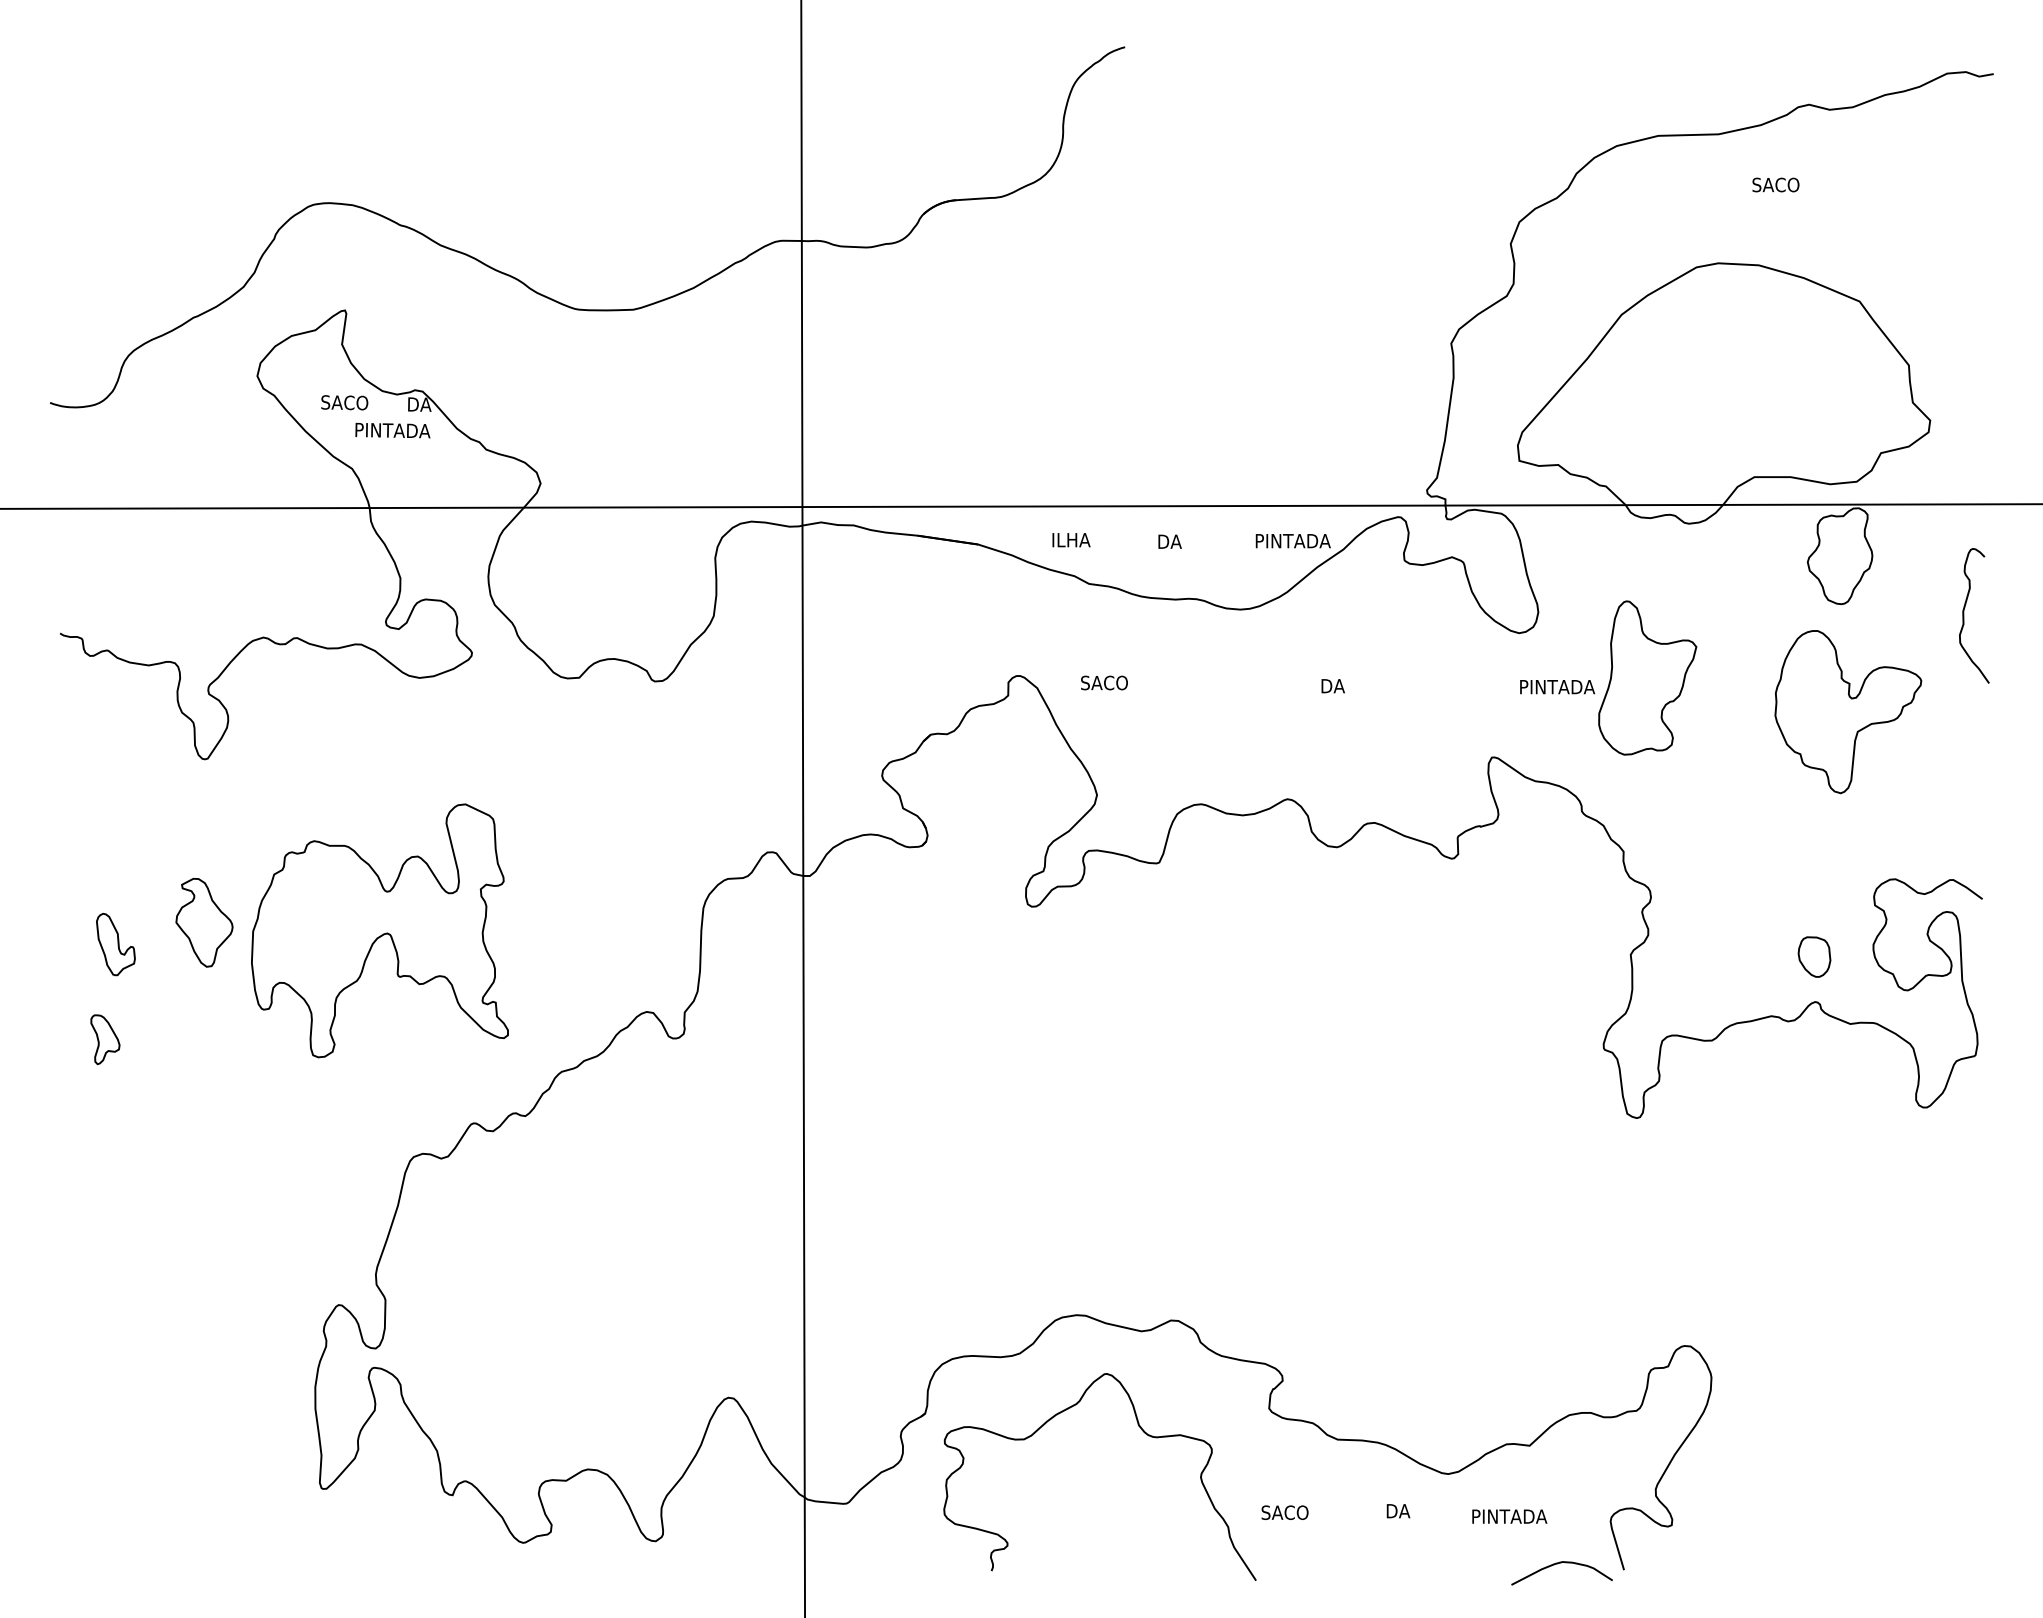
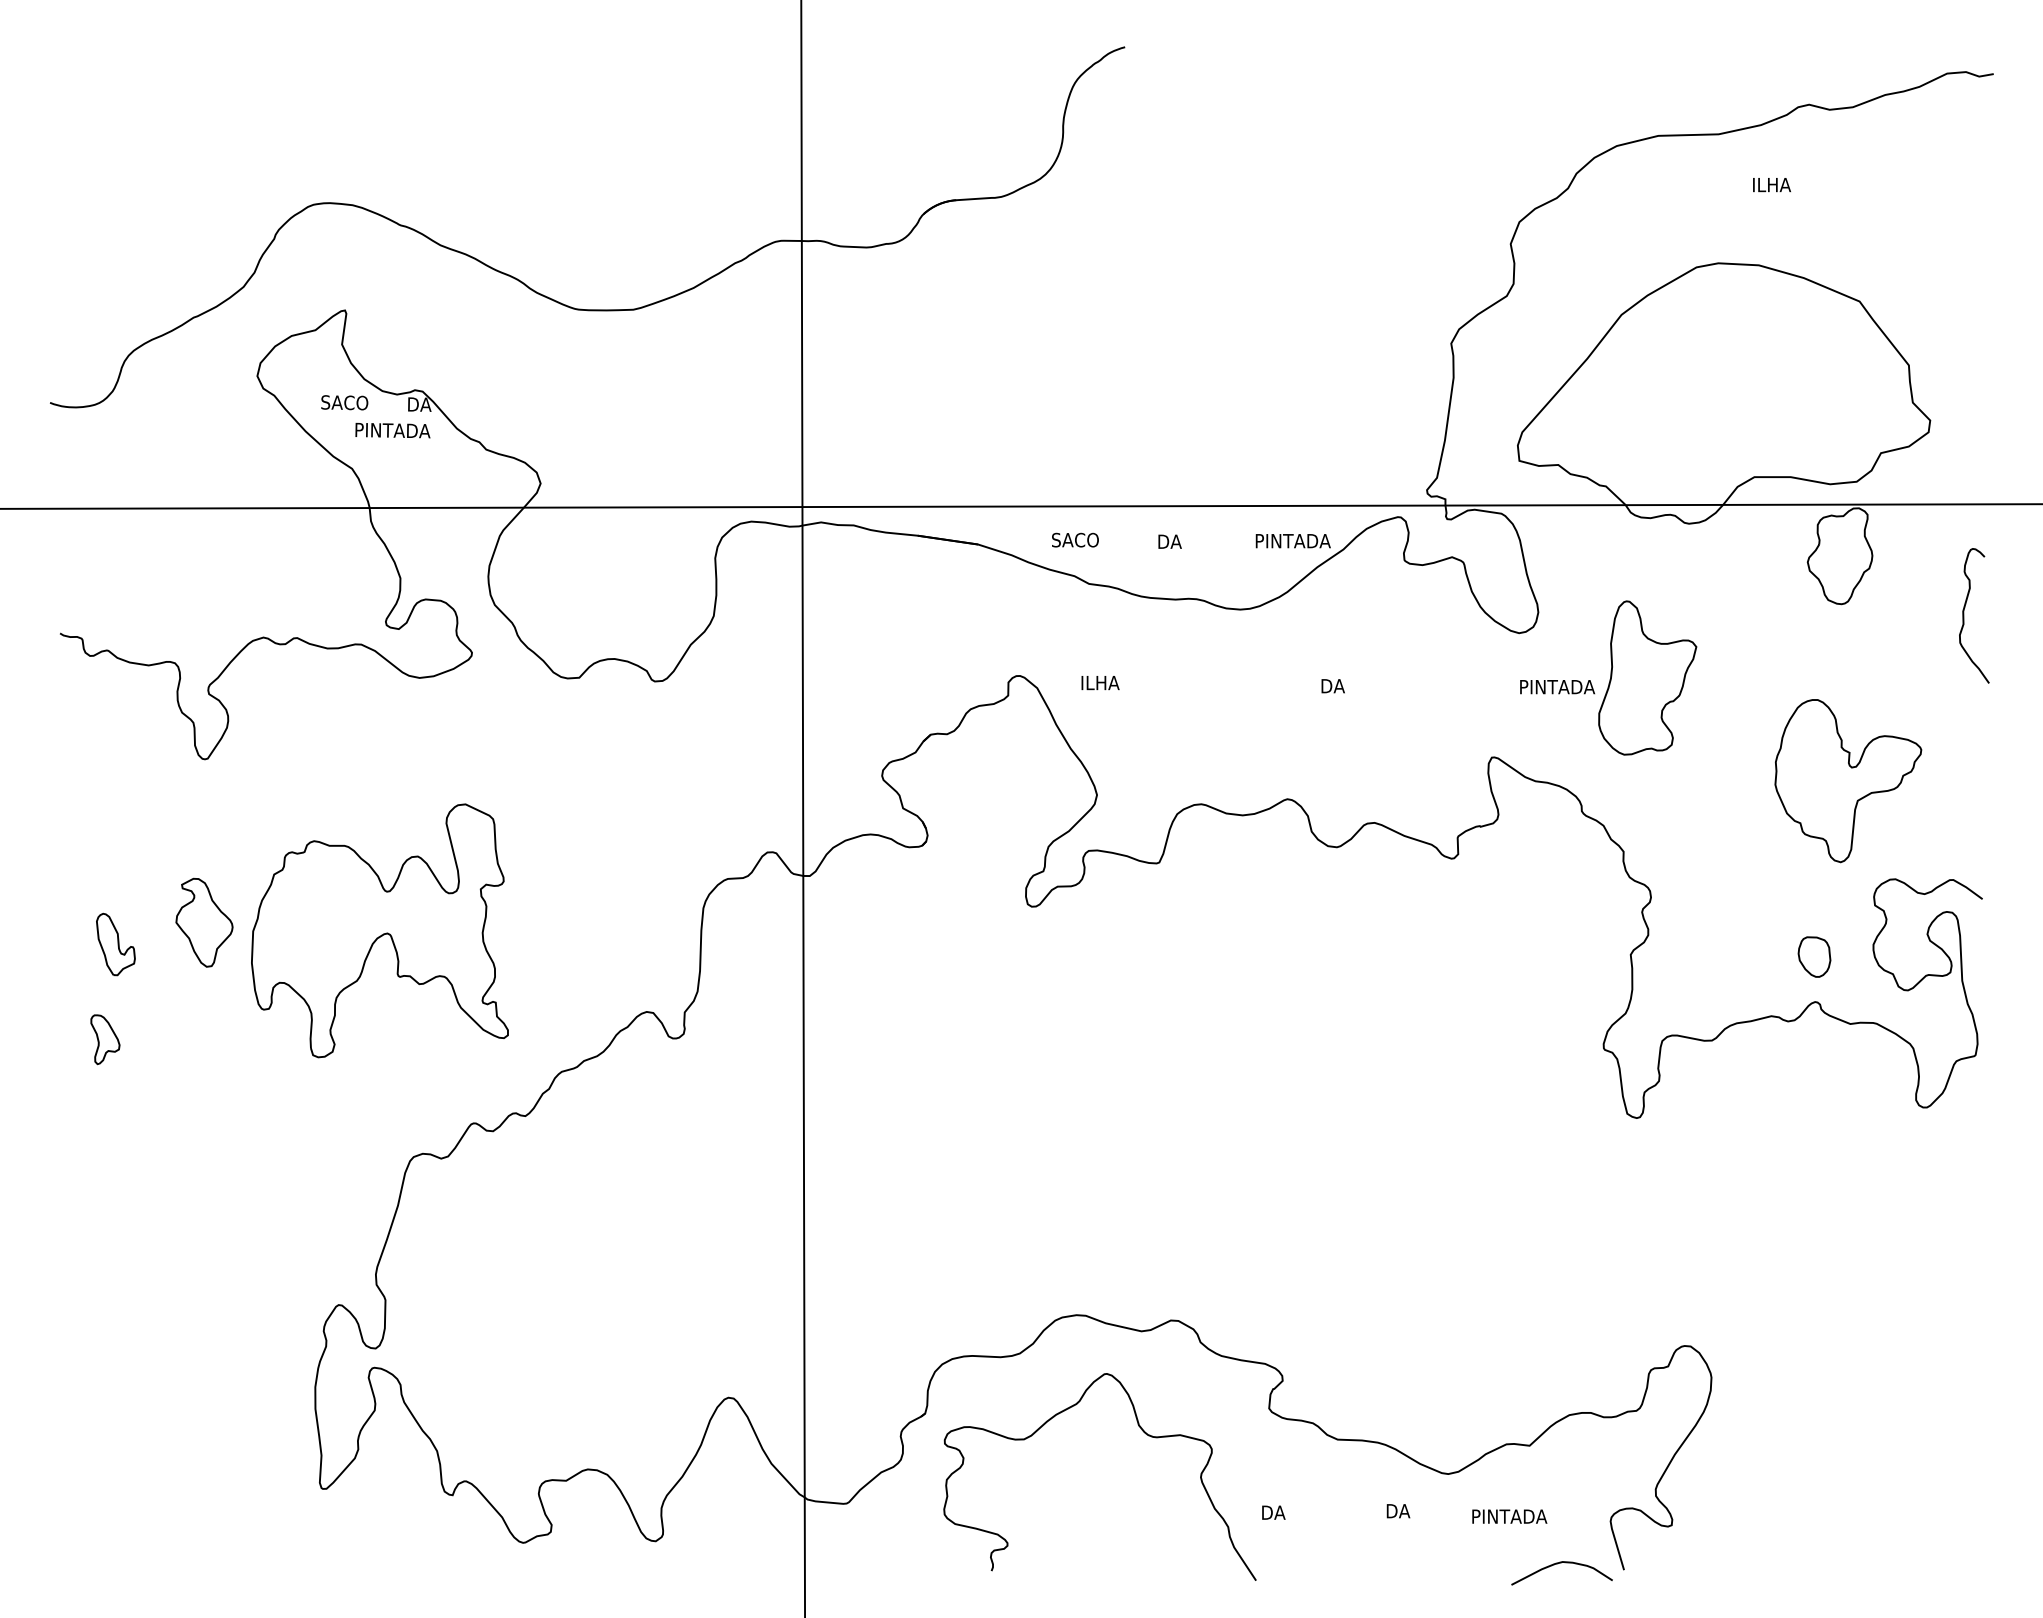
text at (1775, 184): SACO -> ILHA
text at (1075, 539): ILHA -> SACO
text at (1104, 682): SACO -> ILHA
part at (1848, 712) position: (1848, 712) -> (1848, 781)
text at (1284, 1512): SACO -> DA
